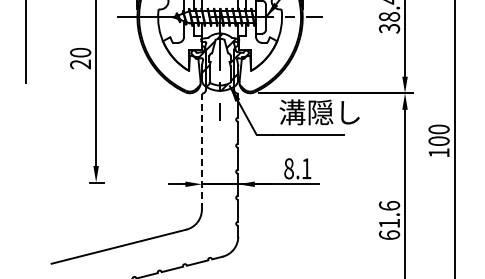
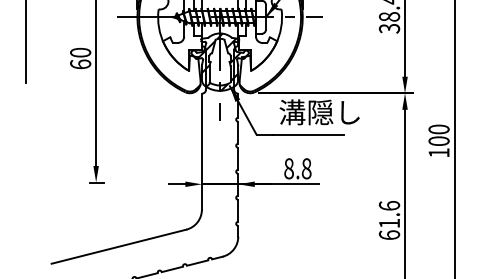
text at (80, 64): 20 -> 60
line at (201, 151): dashed -> solid
text at (306, 168): 8.1 -> 8.8
